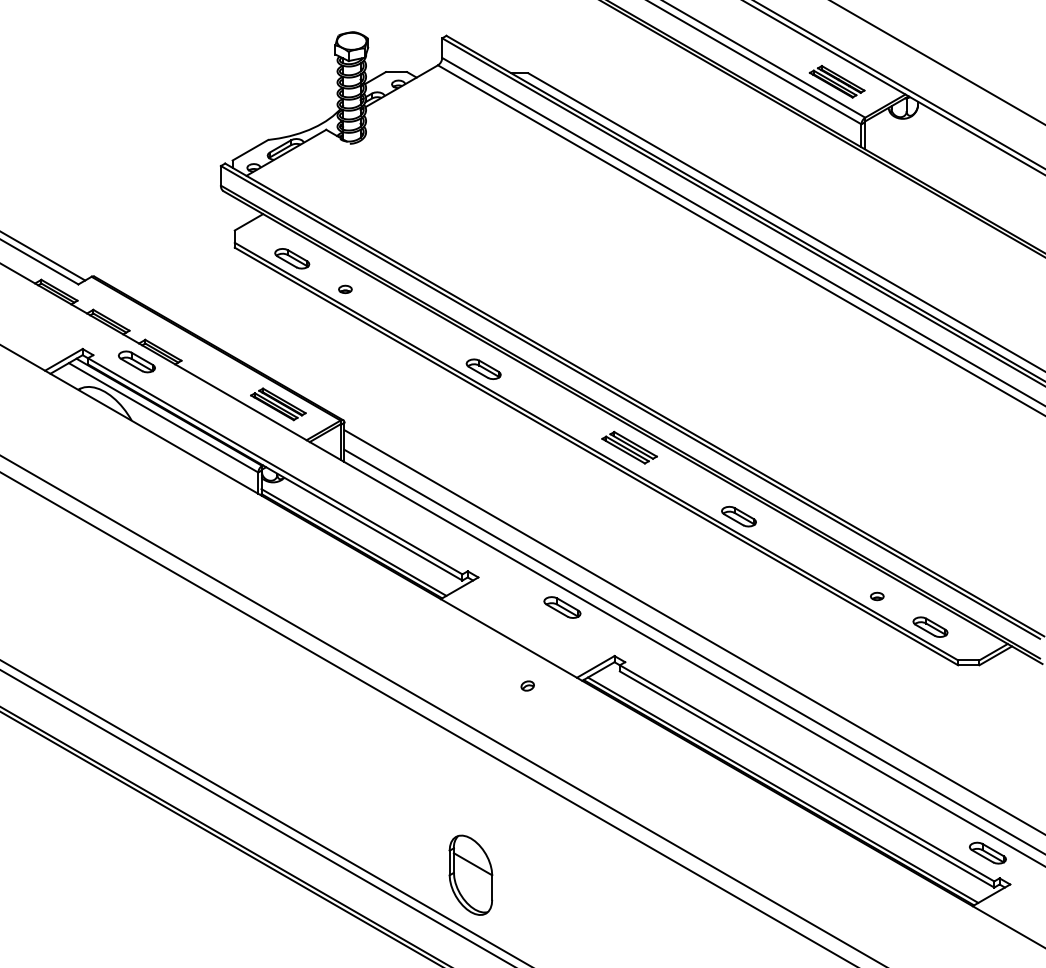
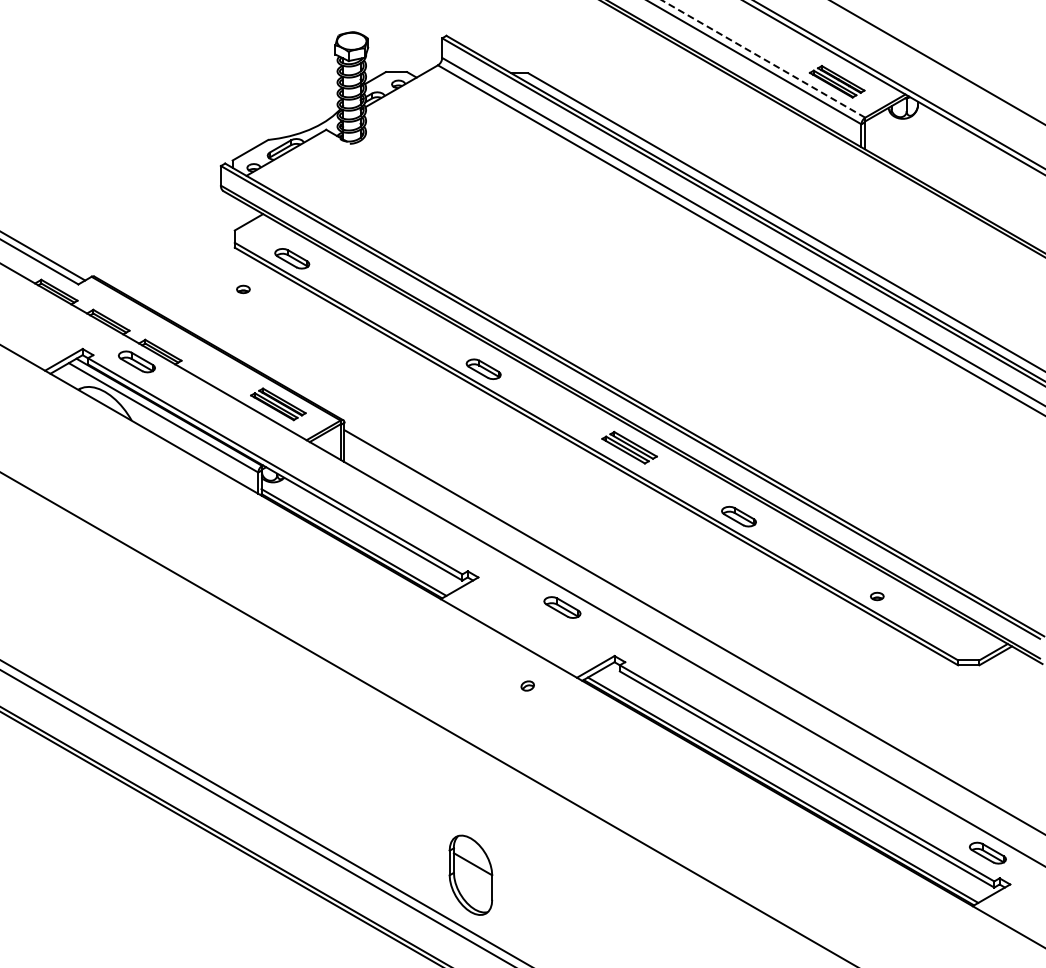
line at (763, 58): solid -> dashed
part at (345, 289) position: (345, 289) -> (243, 289)
part at (930, 626): present -> none
line at (693, 651): present -> none
line at (442, 710): present -> none
